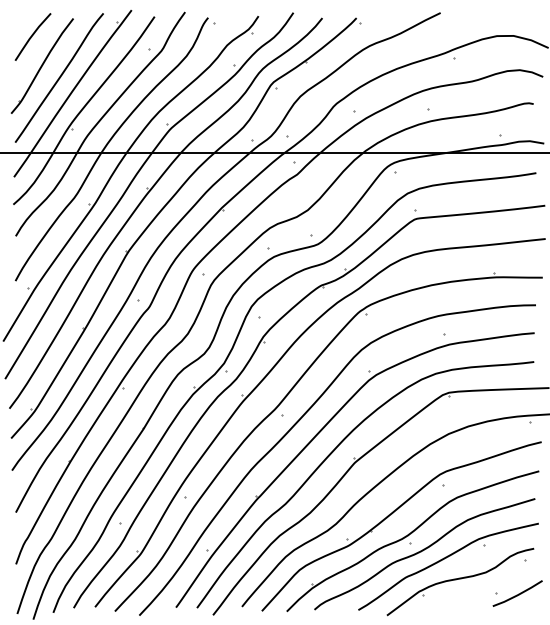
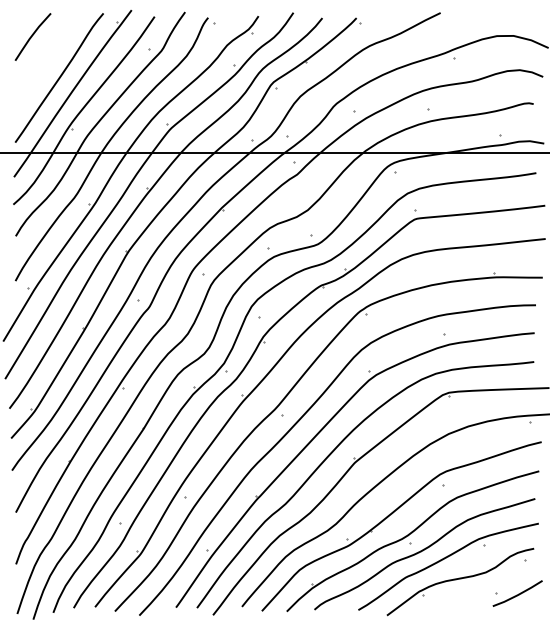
part at (41, 65): present -> none
